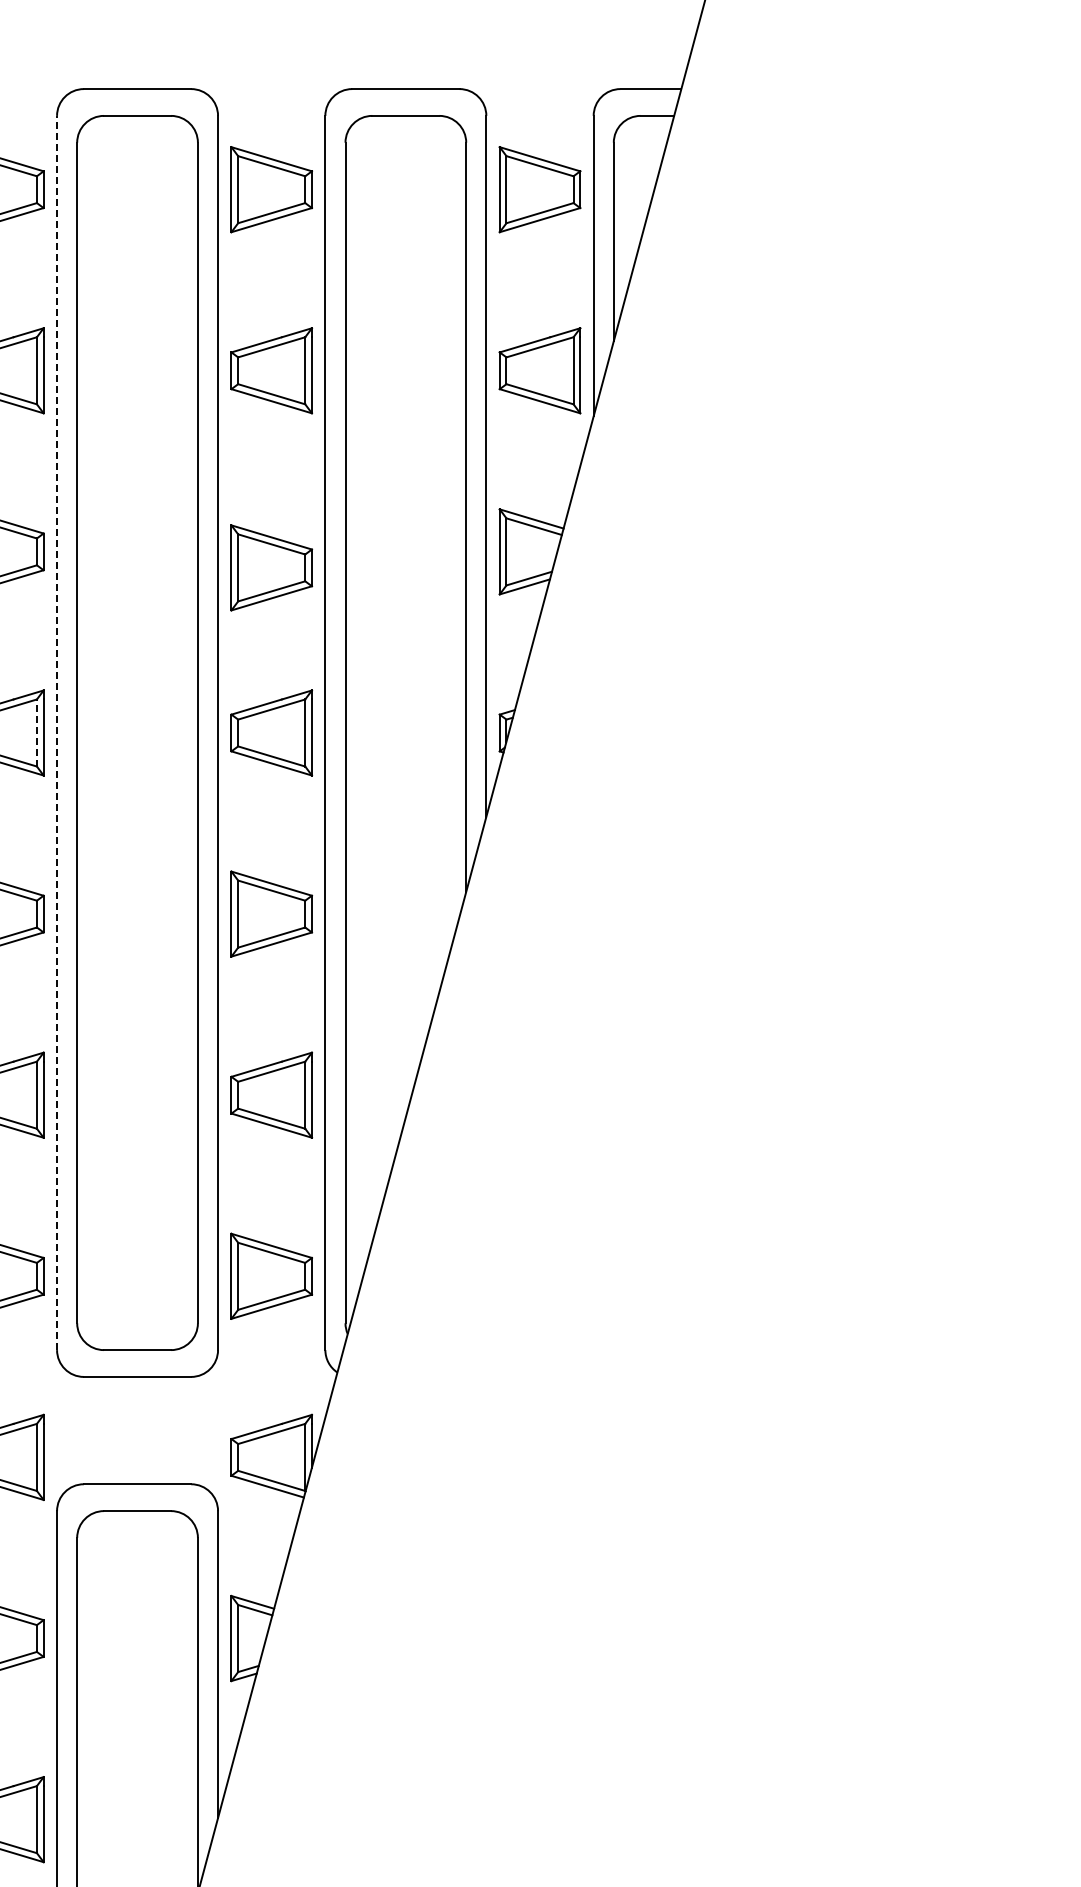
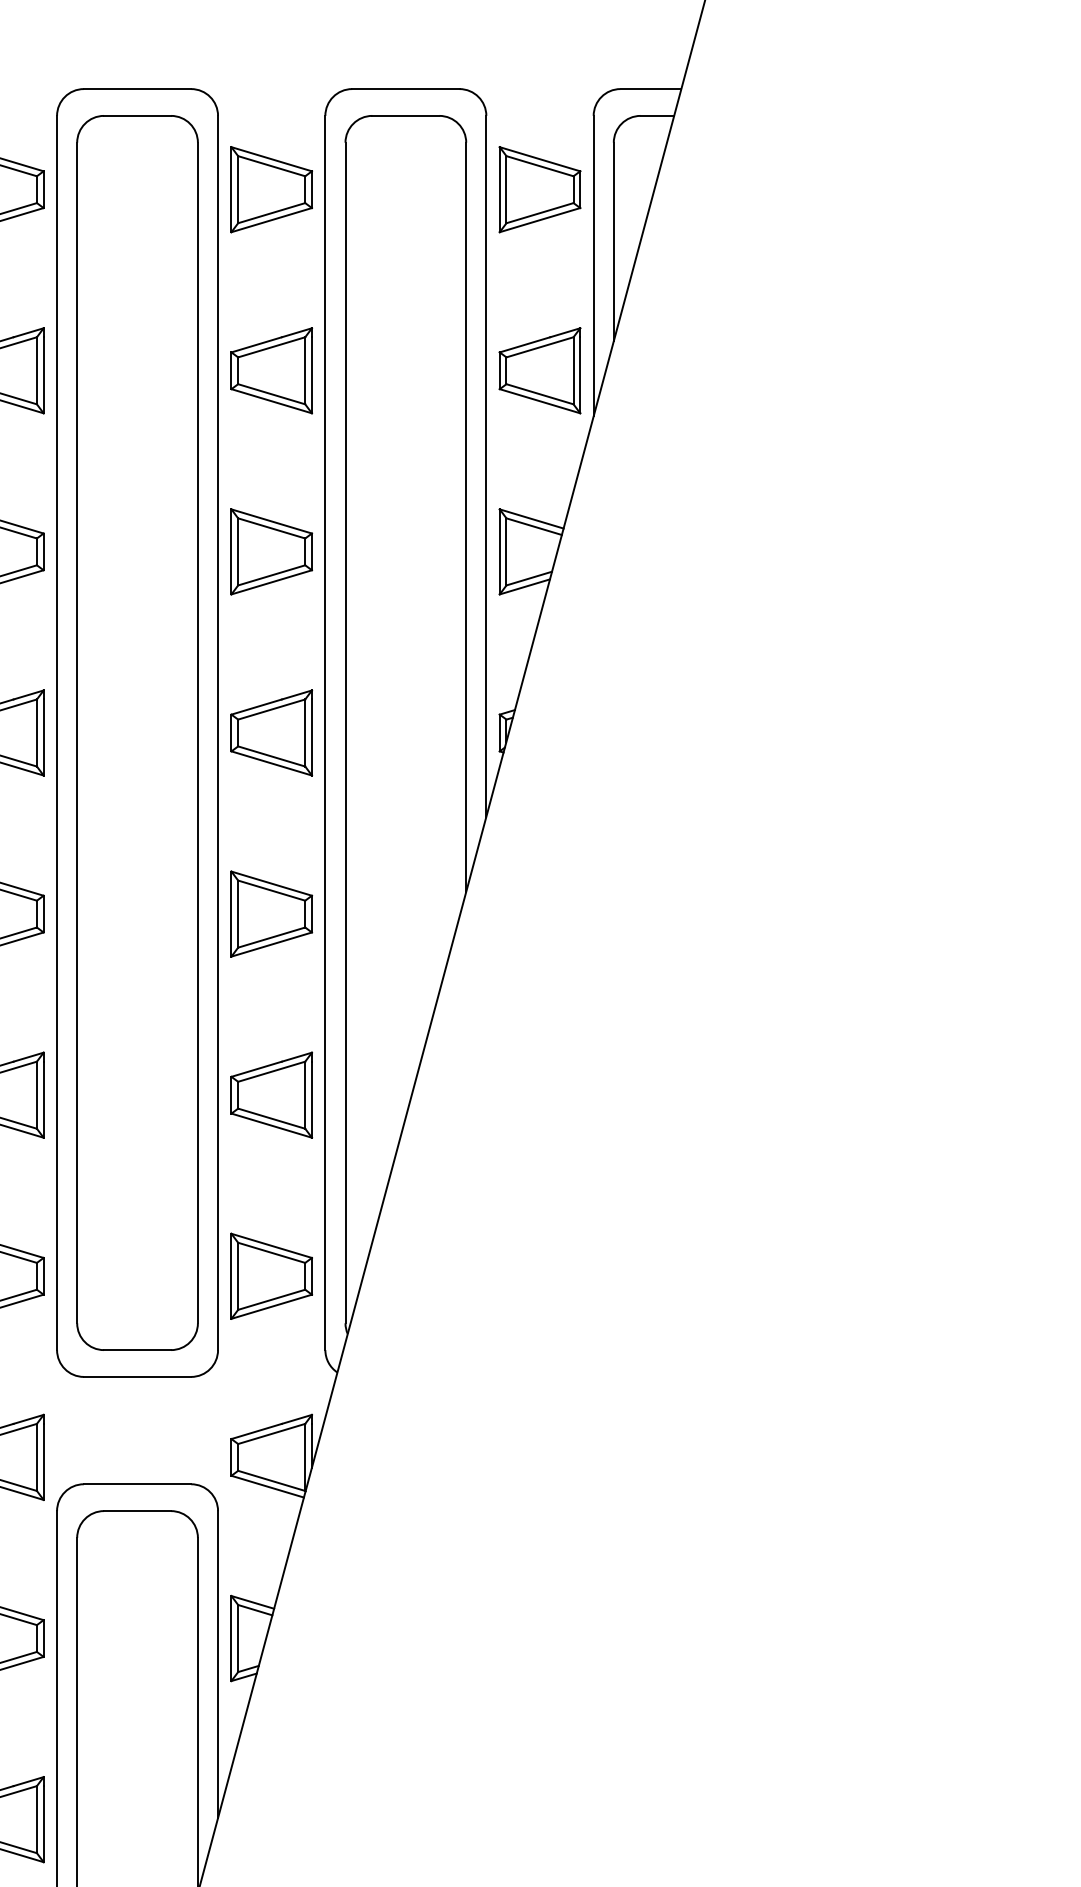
part at (271, 567) position: (271, 567) -> (271, 551)
line at (57, 732): dashed -> solid
line at (36, 733): dashed -> solid
